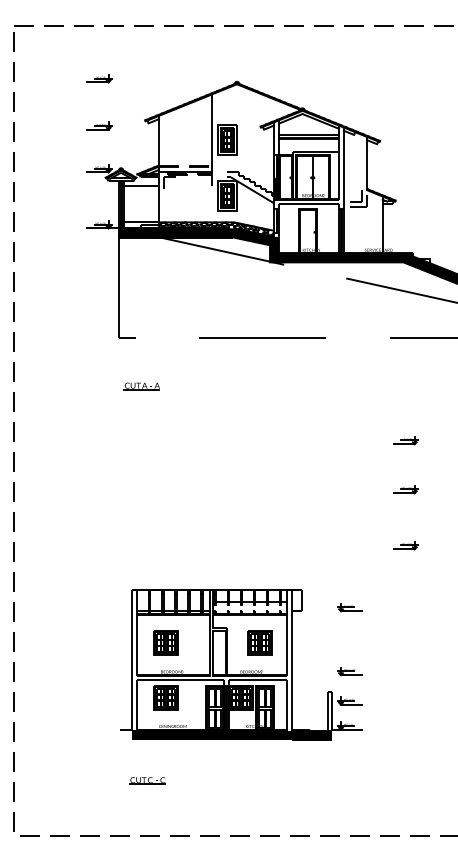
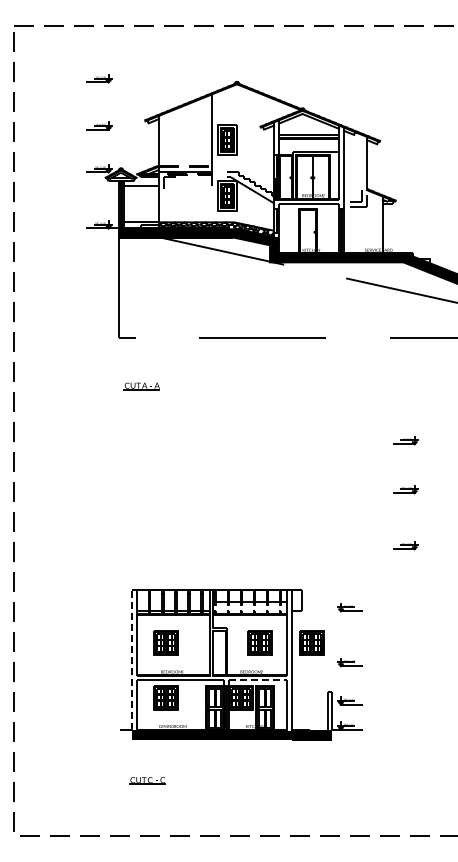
part at (311, 642): none -> present
line at (132, 659): solid -> dashed
part at (349, 671) position: (349, 671) -> (349, 662)
line at (258, 680): solid -> dashed
